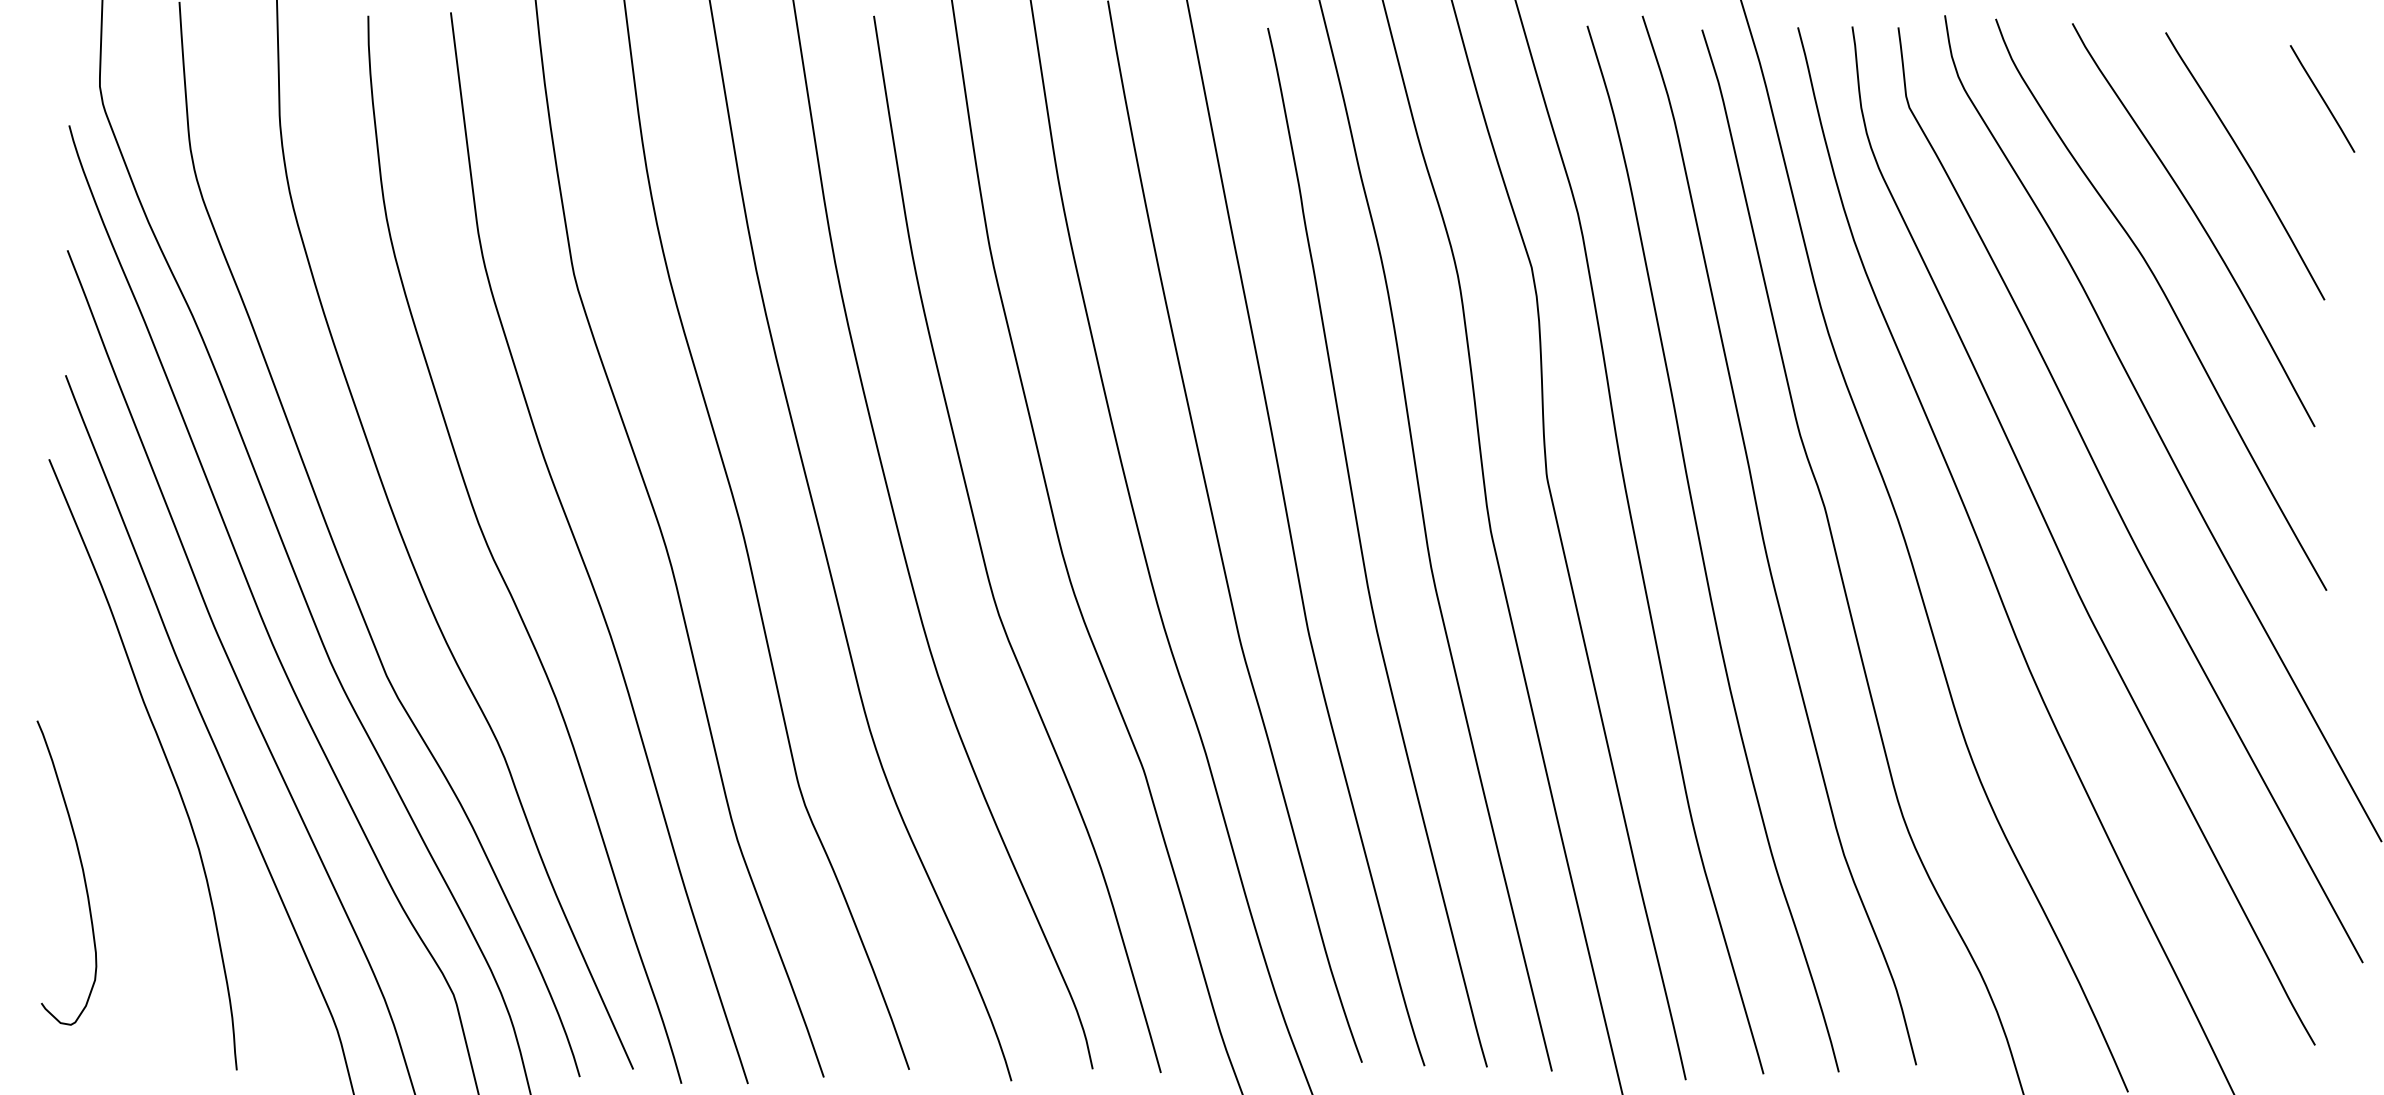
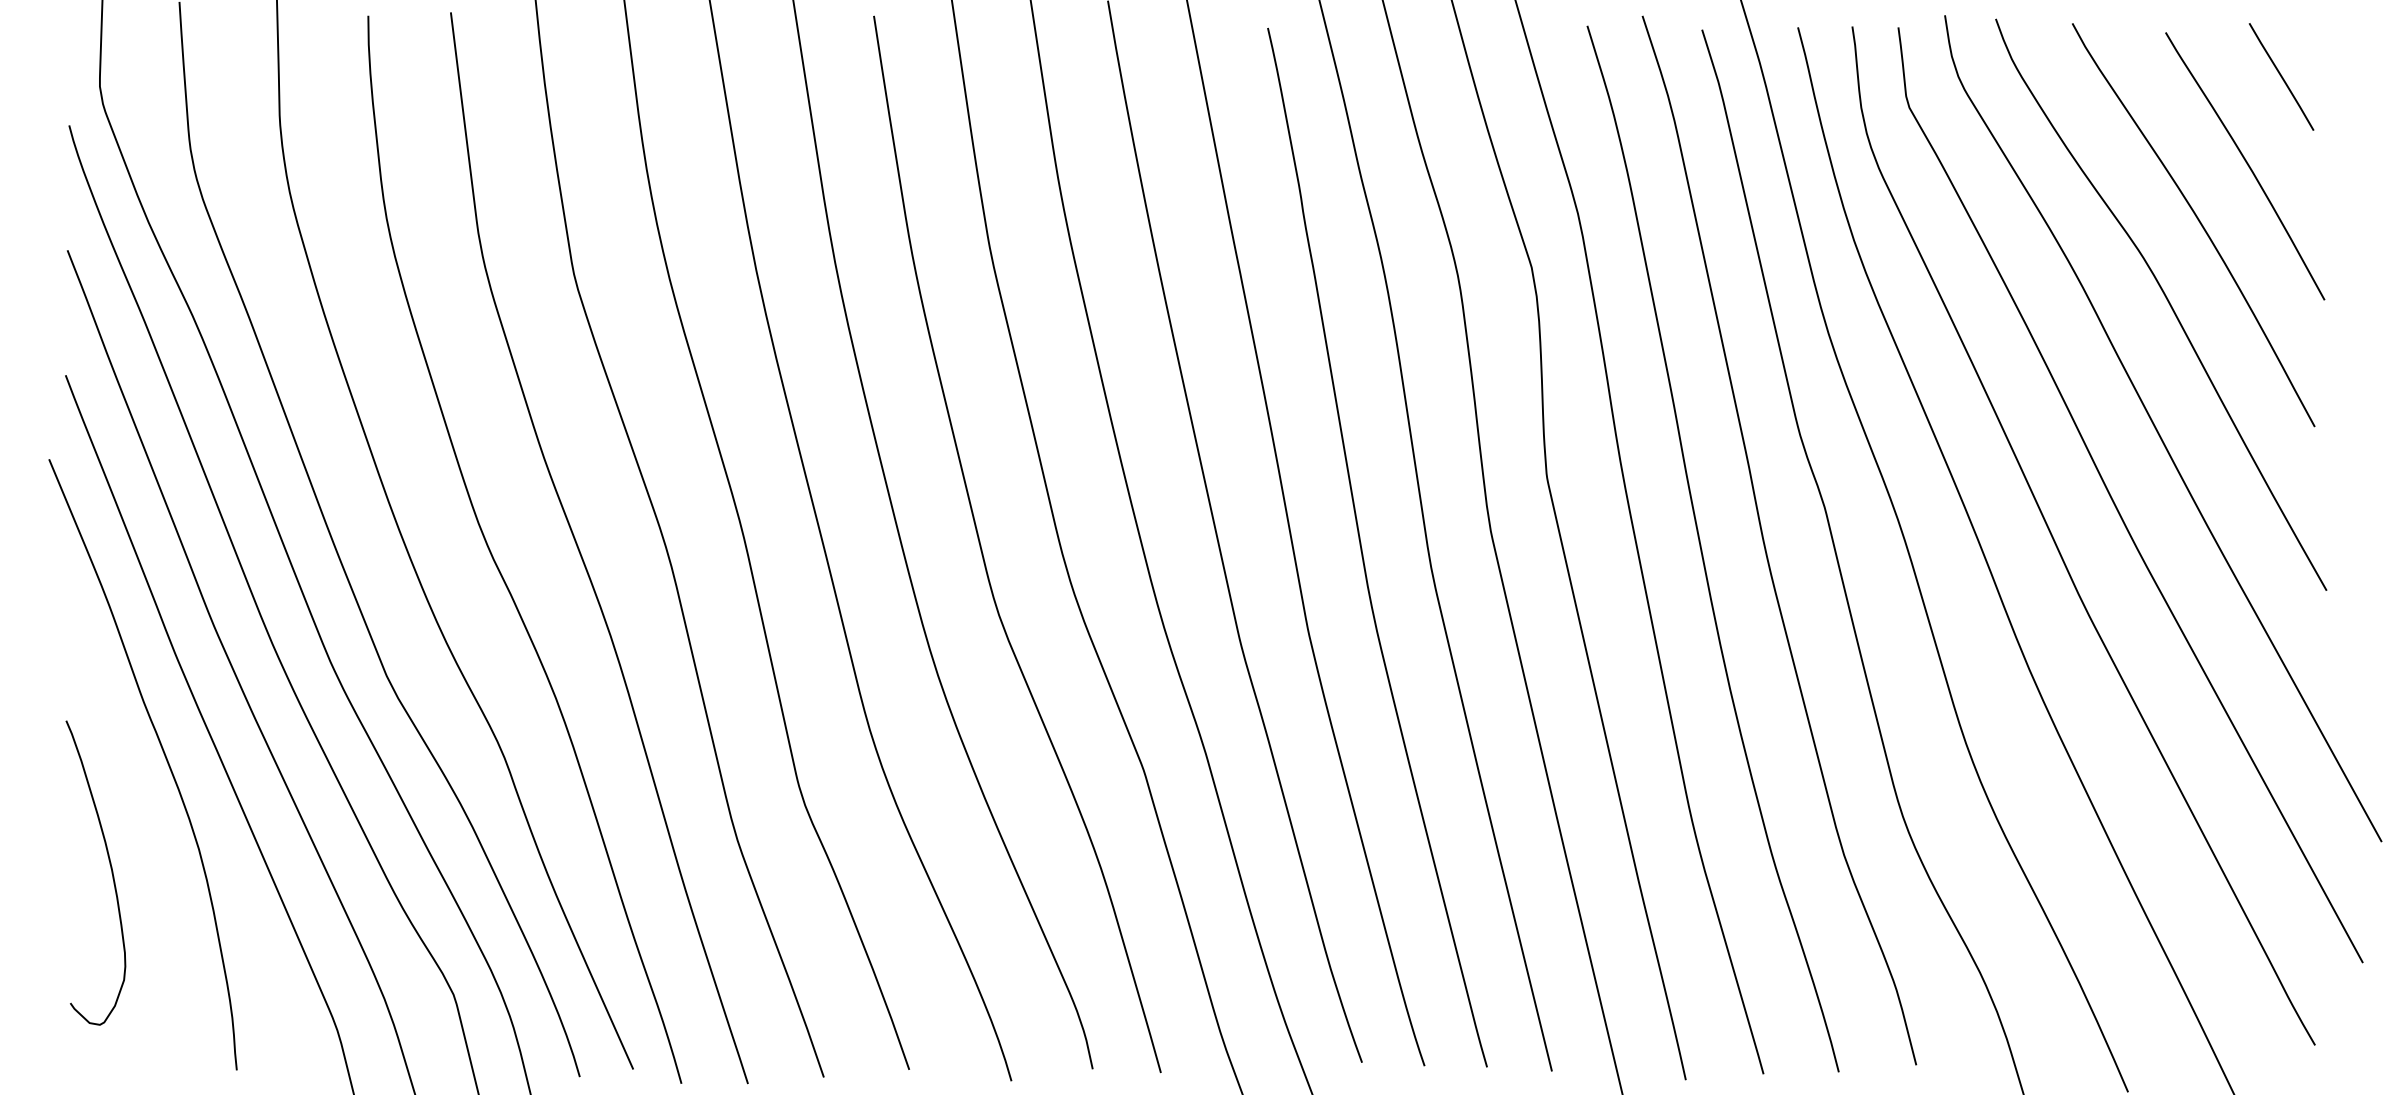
line at (2322, 98) position: (2322, 98) -> (2281, 76)
curve at (81, 868) position: (81, 868) -> (110, 868)
